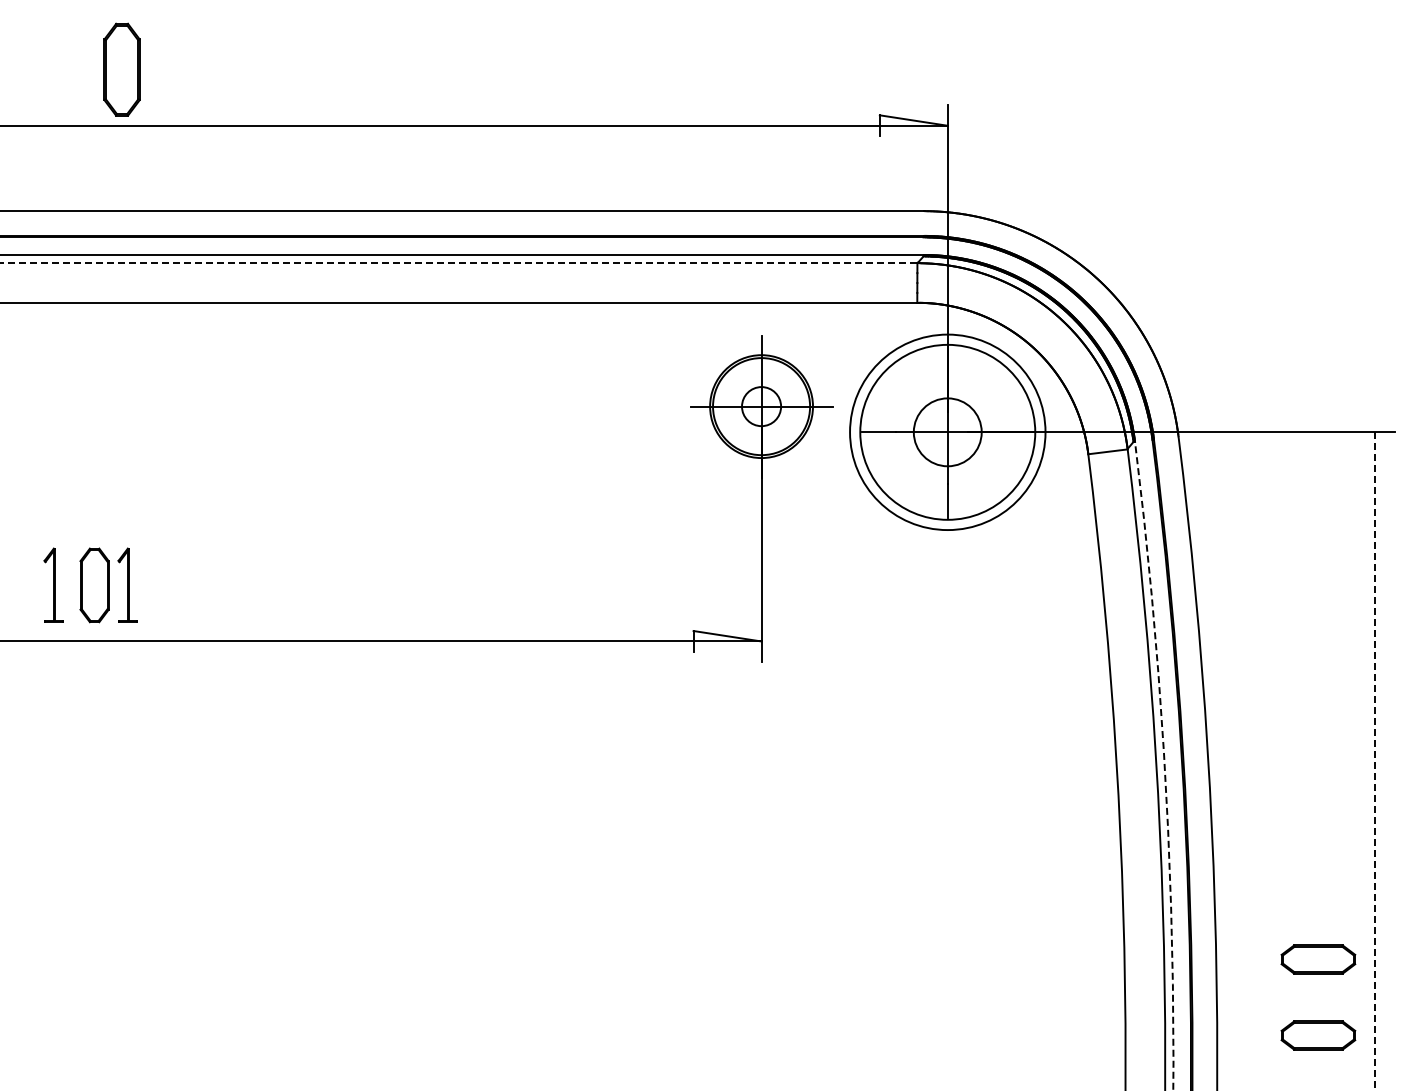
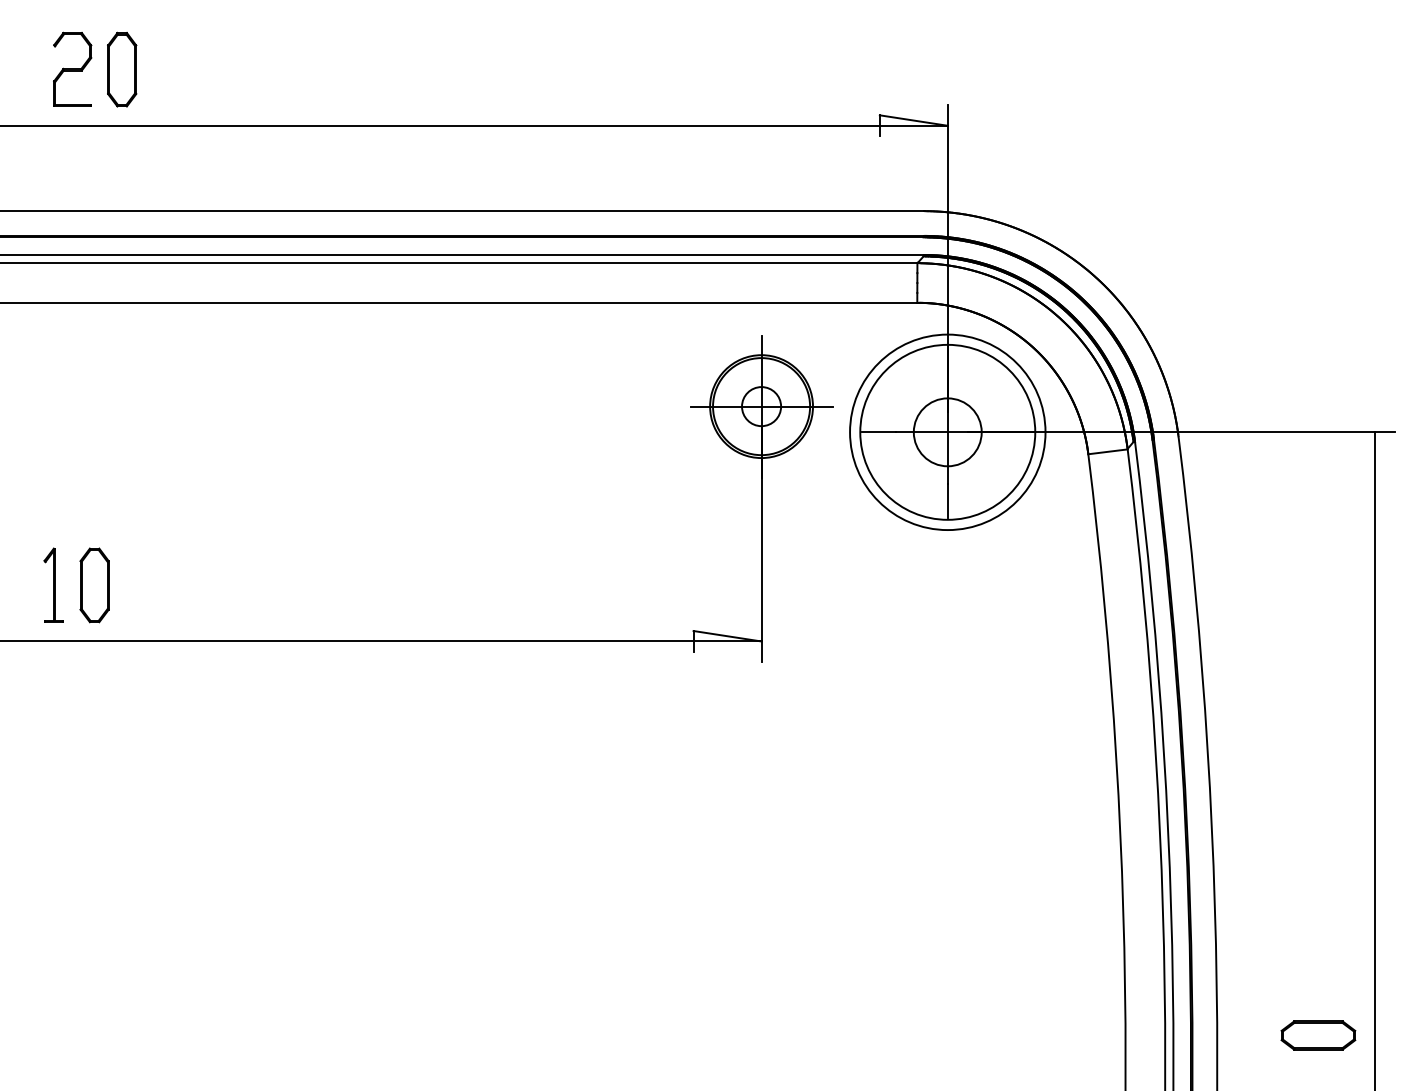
part at (72, 68): none -> present
part at (121, 69) size: 38x95 px -> 31x77 px
line at (458, 263): dashed -> solid
part at (127, 584): present -> none
line at (1374, 762): dashed -> solid
arc at (1164, 765): dashed -> solid
part at (1318, 959): present -> none
